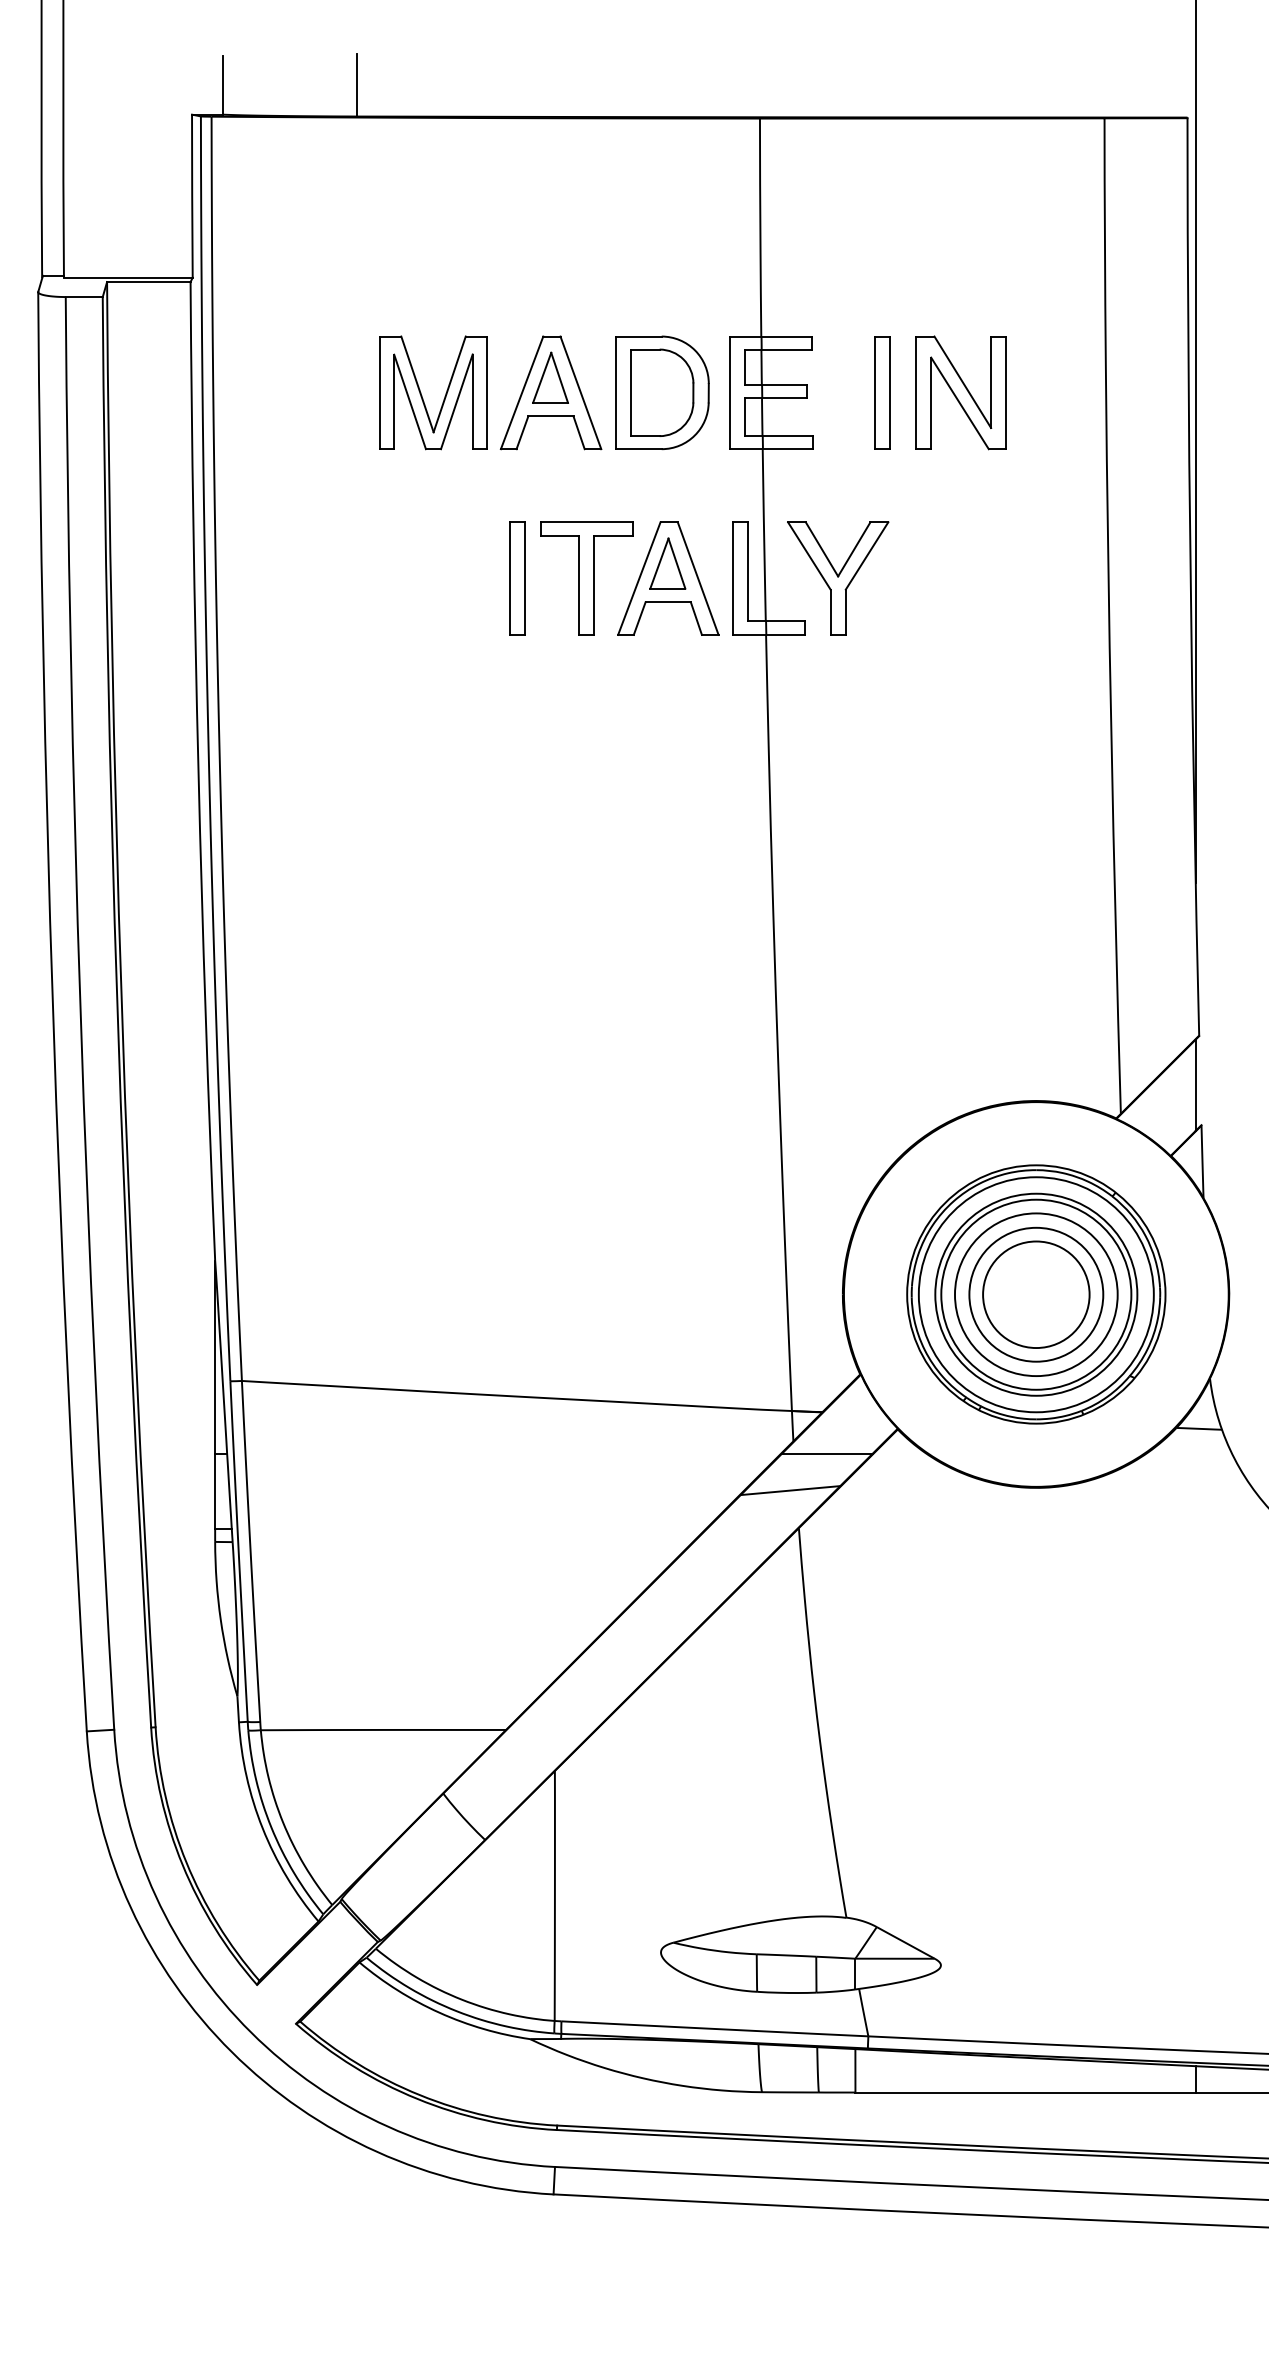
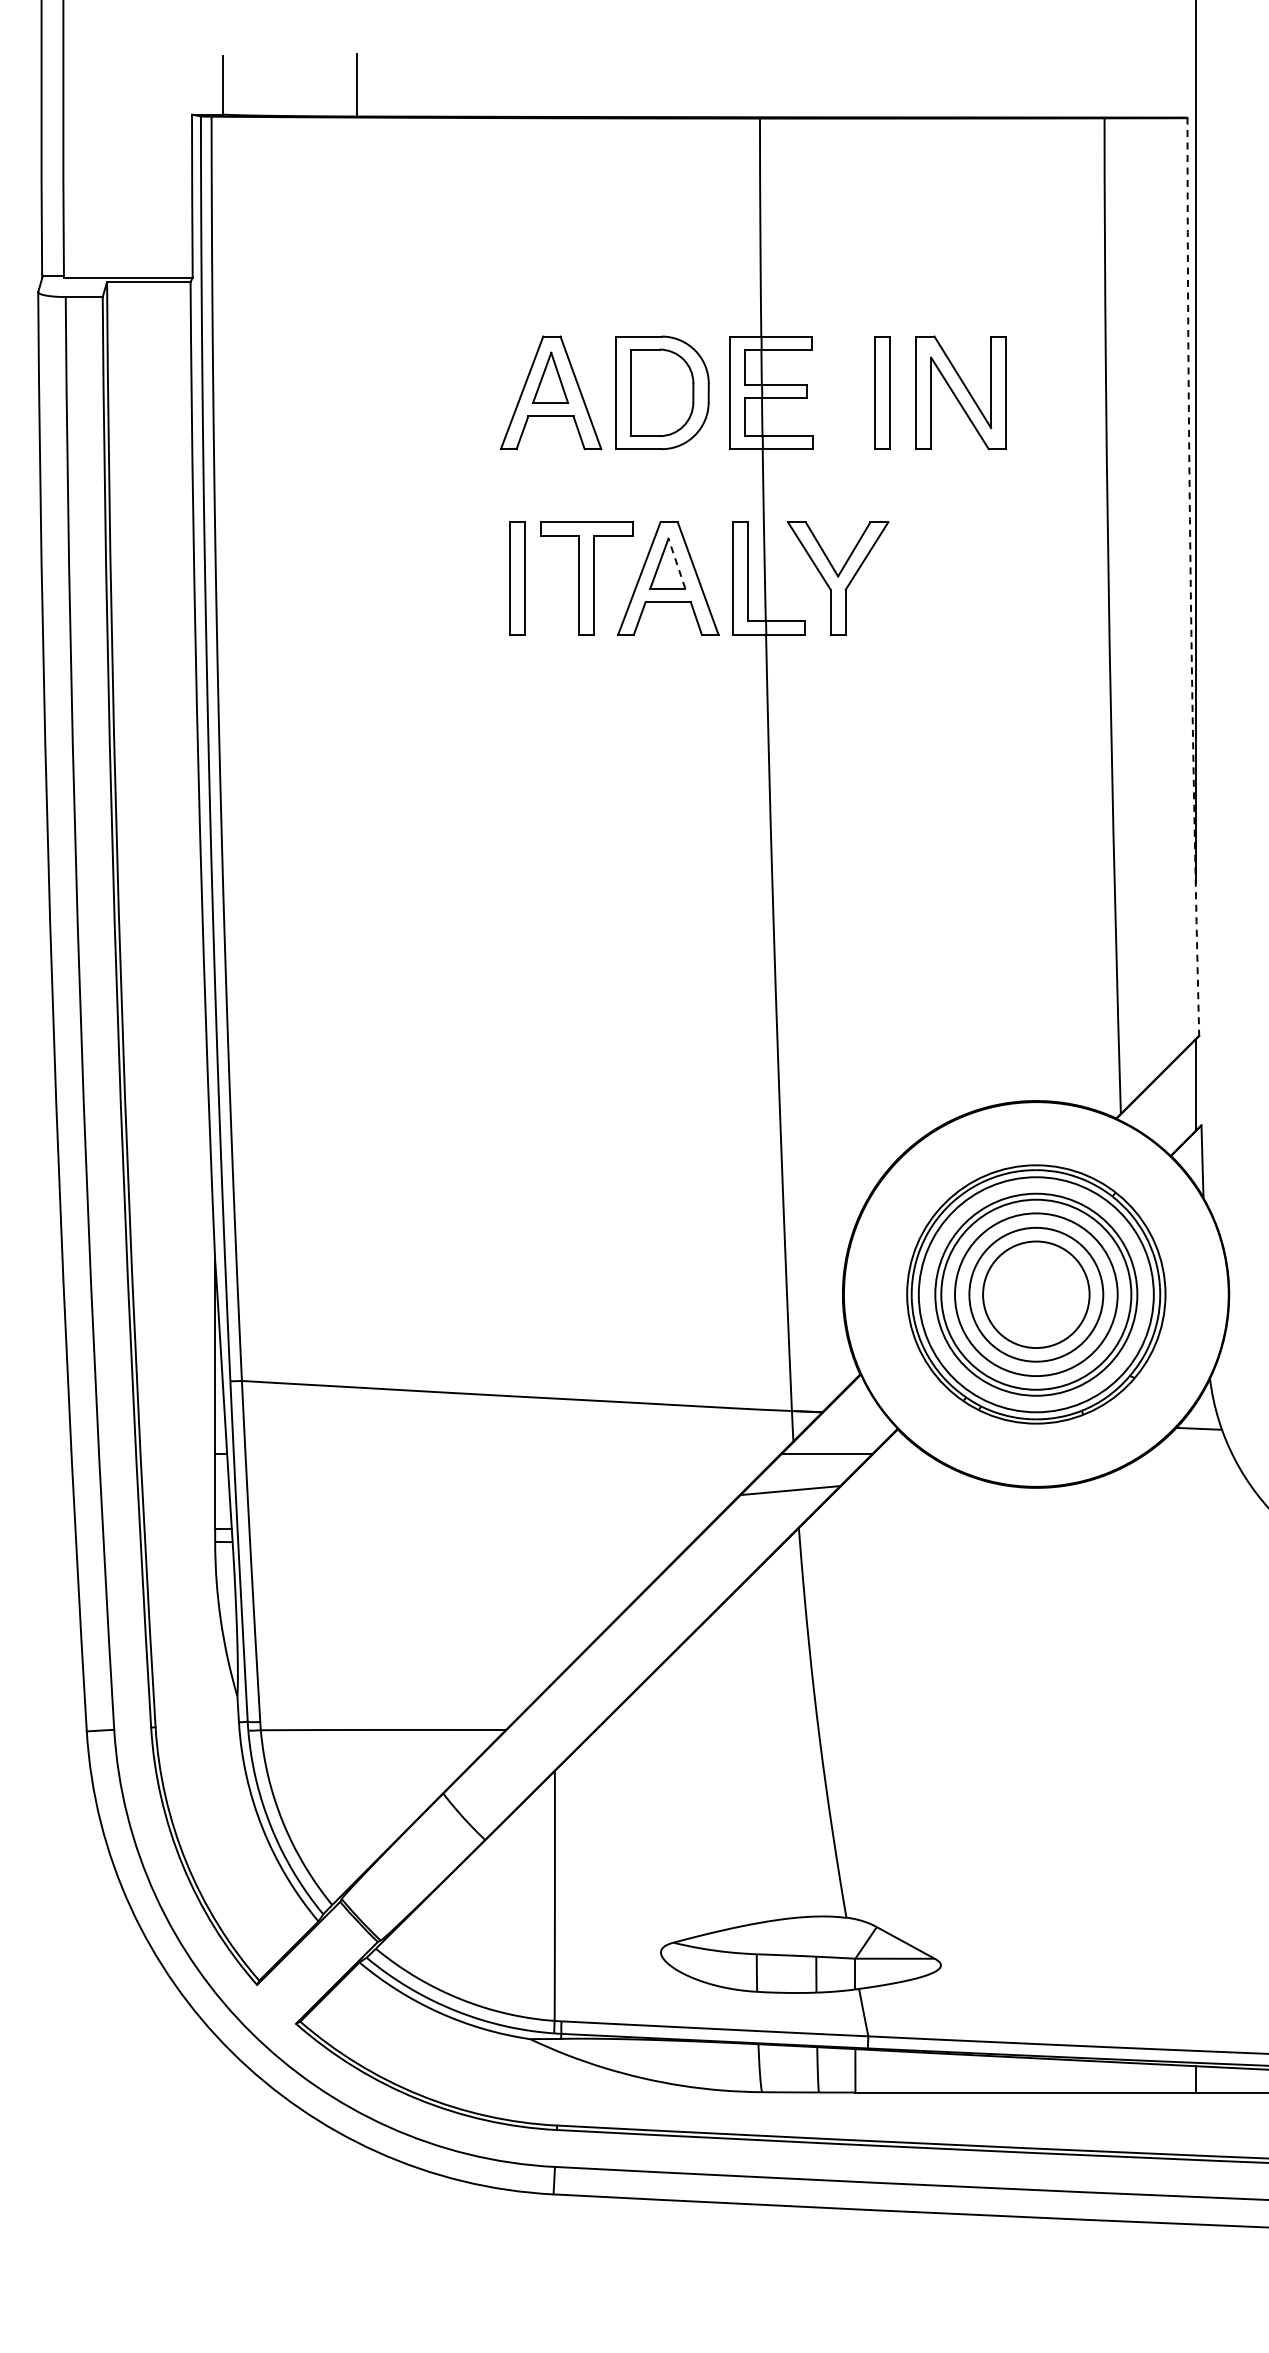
part at (422, 395): present -> none
line at (676, 563): solid -> dashed
arc at (1190, 576): solid -> dashed
